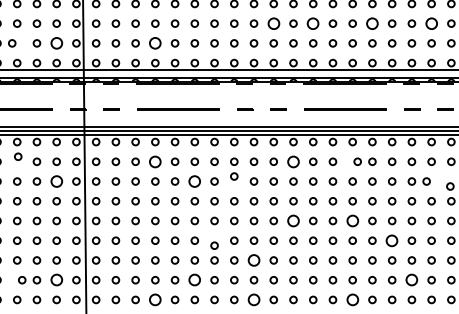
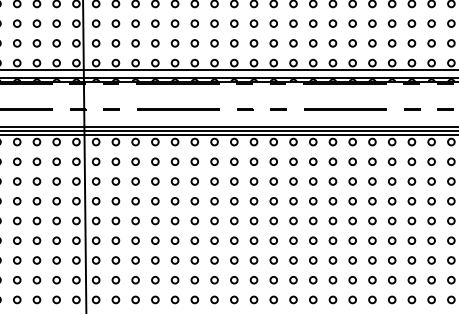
circle at (273, 23) size: 14x13 px -> 9x9 px
circle at (312, 23) size: 14x13 px -> 9x9 px
circle at (372, 23) size: 13x13 px -> 9x9 px
circle at (431, 23) size: 13x13 px -> 9x9 px
circle at (12, 43) position: (12, 43) -> (17, 43)
circle at (56, 43) size: 14x13 px -> 9x9 px
circle at (155, 43) size: 13x13 px -> 9x9 px
circle at (18, 156) position: (18, 156) -> (17, 161)
circle at (155, 161) size: 13x14 px -> 9x9 px
circle at (293, 161) size: 13x14 px -> 9x9 px
circle at (357, 161) position: (357, 161) -> (352, 161)
circle at (234, 176) position: (234, 176) -> (234, 181)
circle at (56, 181) size: 14x13 px -> 9x9 px
circle at (194, 181) size: 13x13 px -> 10x9 px
circle at (426, 181) position: (426, 181) -> (431, 181)
circle at (450, 186) position: (450, 186) -> (451, 181)
circle at (293, 220) size: 13x14 px -> 9x10 px
circle at (352, 220) size: 14x14 px -> 9x10 px
circle at (391, 240) size: 14x14 px -> 9x9 px
circle at (214, 245) position: (214, 245) -> (214, 240)
circle at (253, 260) size: 14x13 px -> 10x9 px
circle at (56, 279) size: 14x14 px -> 9x9 px
circle at (194, 279) size: 13x14 px -> 10x9 px
circle at (411, 279) size: 14x14 px -> 10x9 px
circle at (22, 280) position: (22, 280) -> (17, 280)
circle at (155, 299) size: 13x14 px -> 9x10 px
circle at (253, 299) size: 14x14 px -> 10x10 px
circle at (352, 299) size: 14x14 px -> 9x10 px
